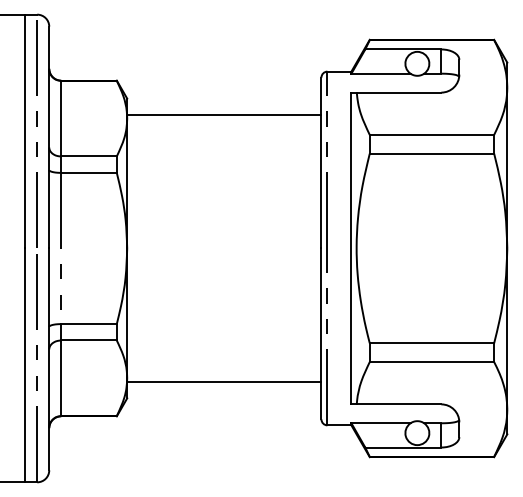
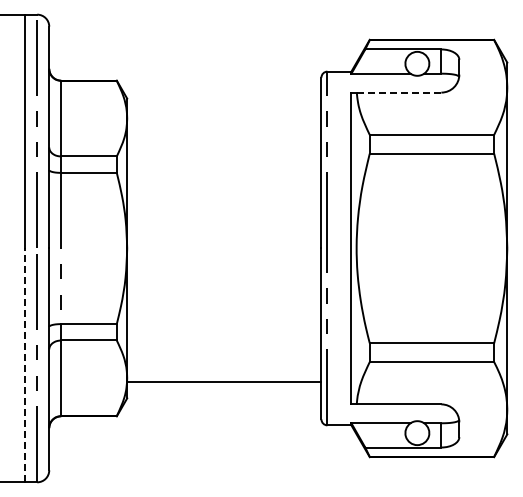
line at (399, 92): solid -> dashed
line at (224, 115): present -> none
line at (25, 365): solid -> dashed
